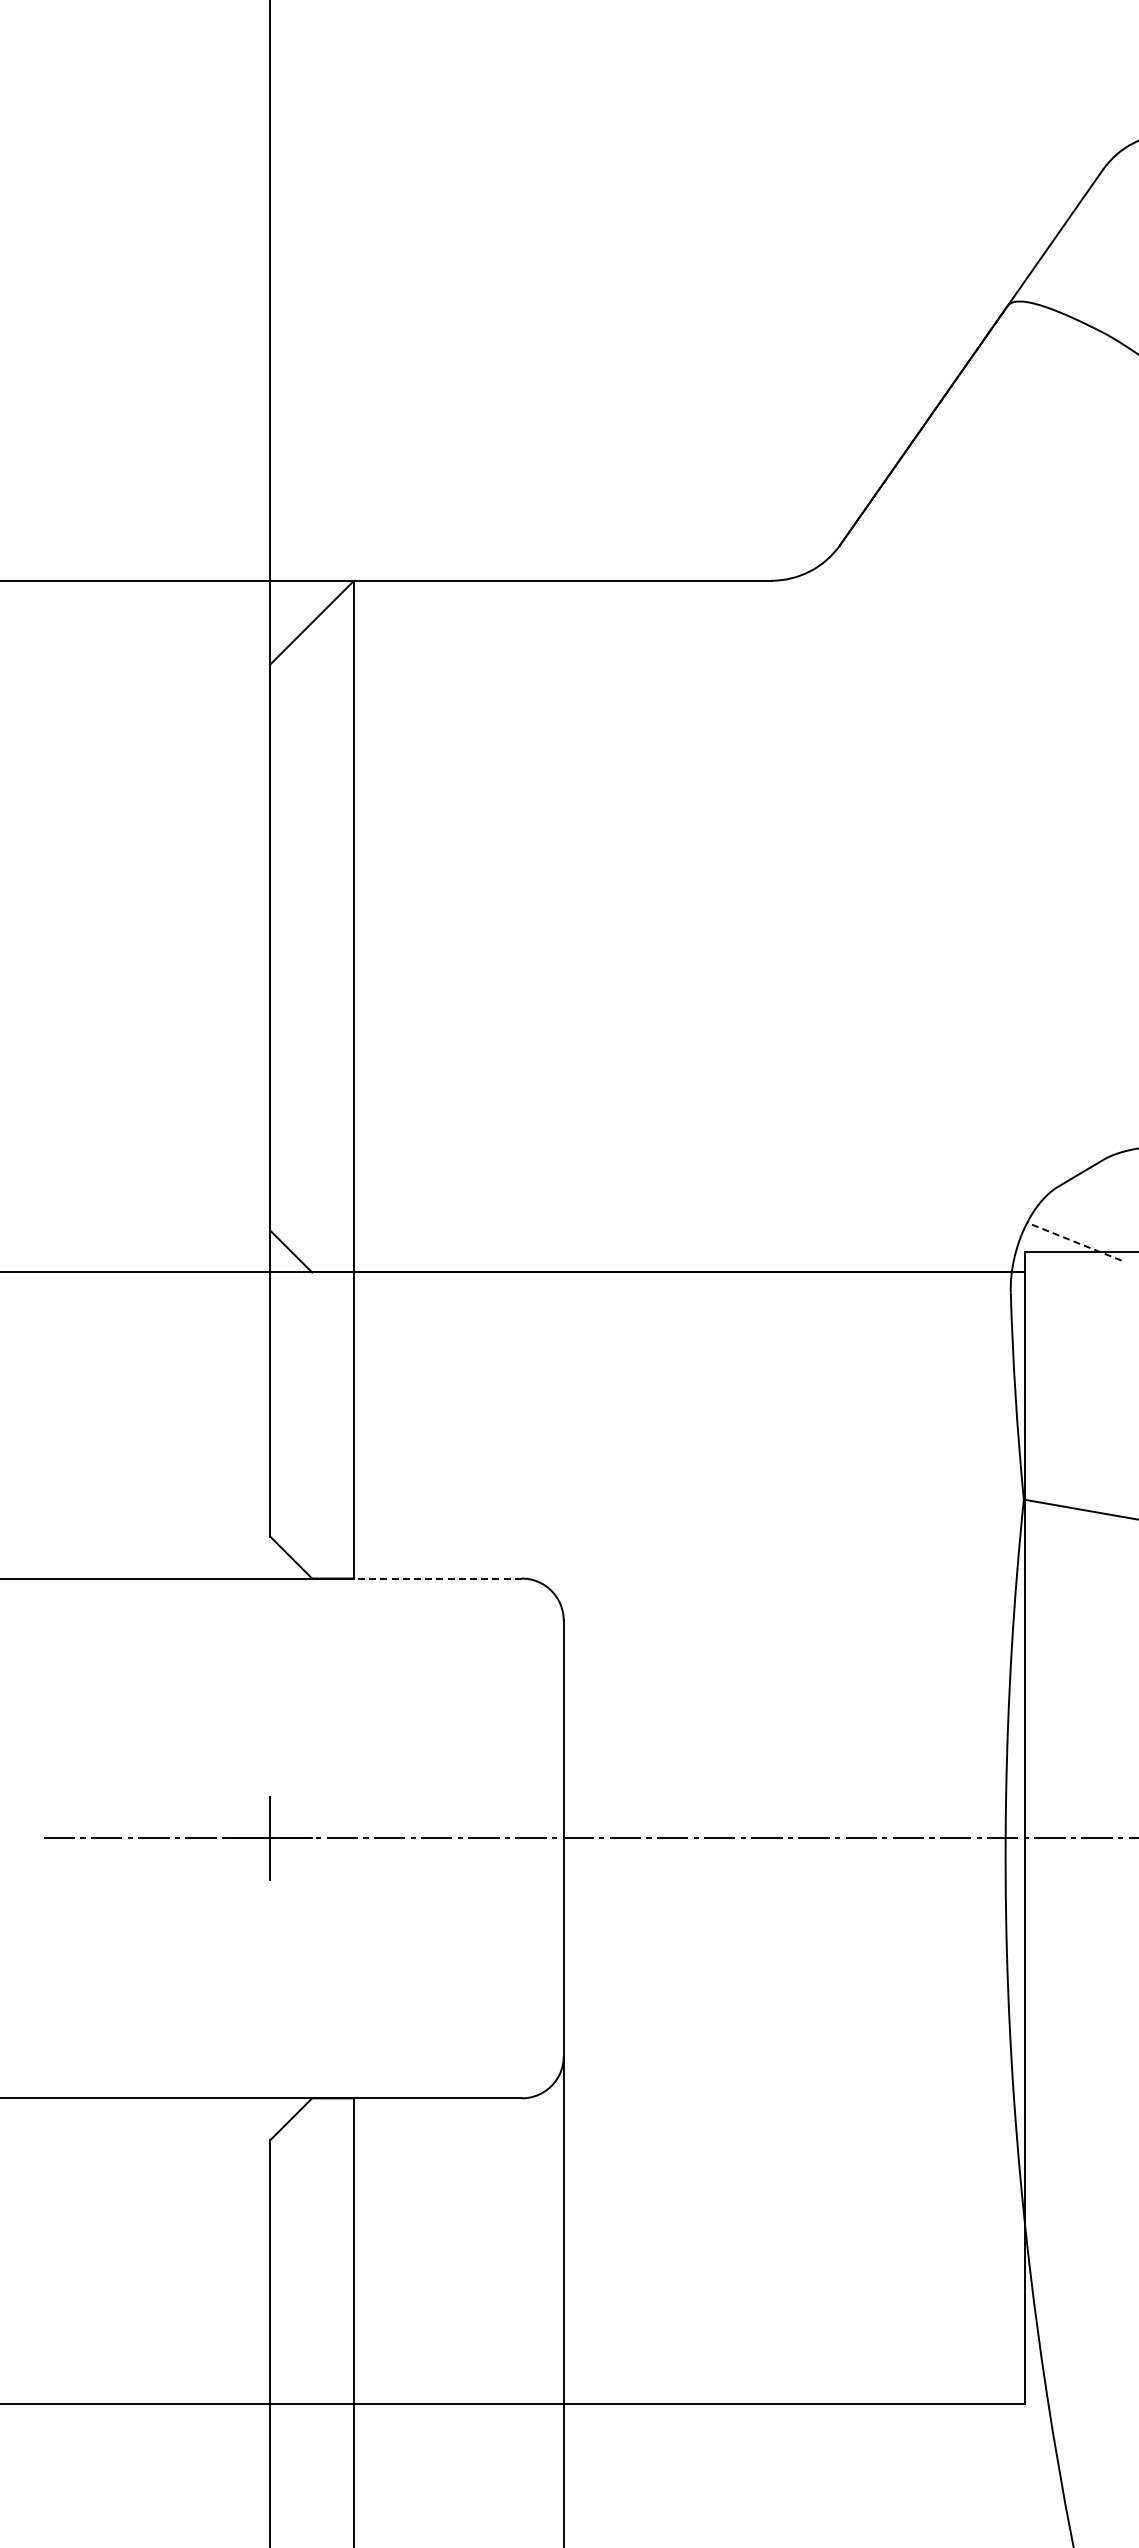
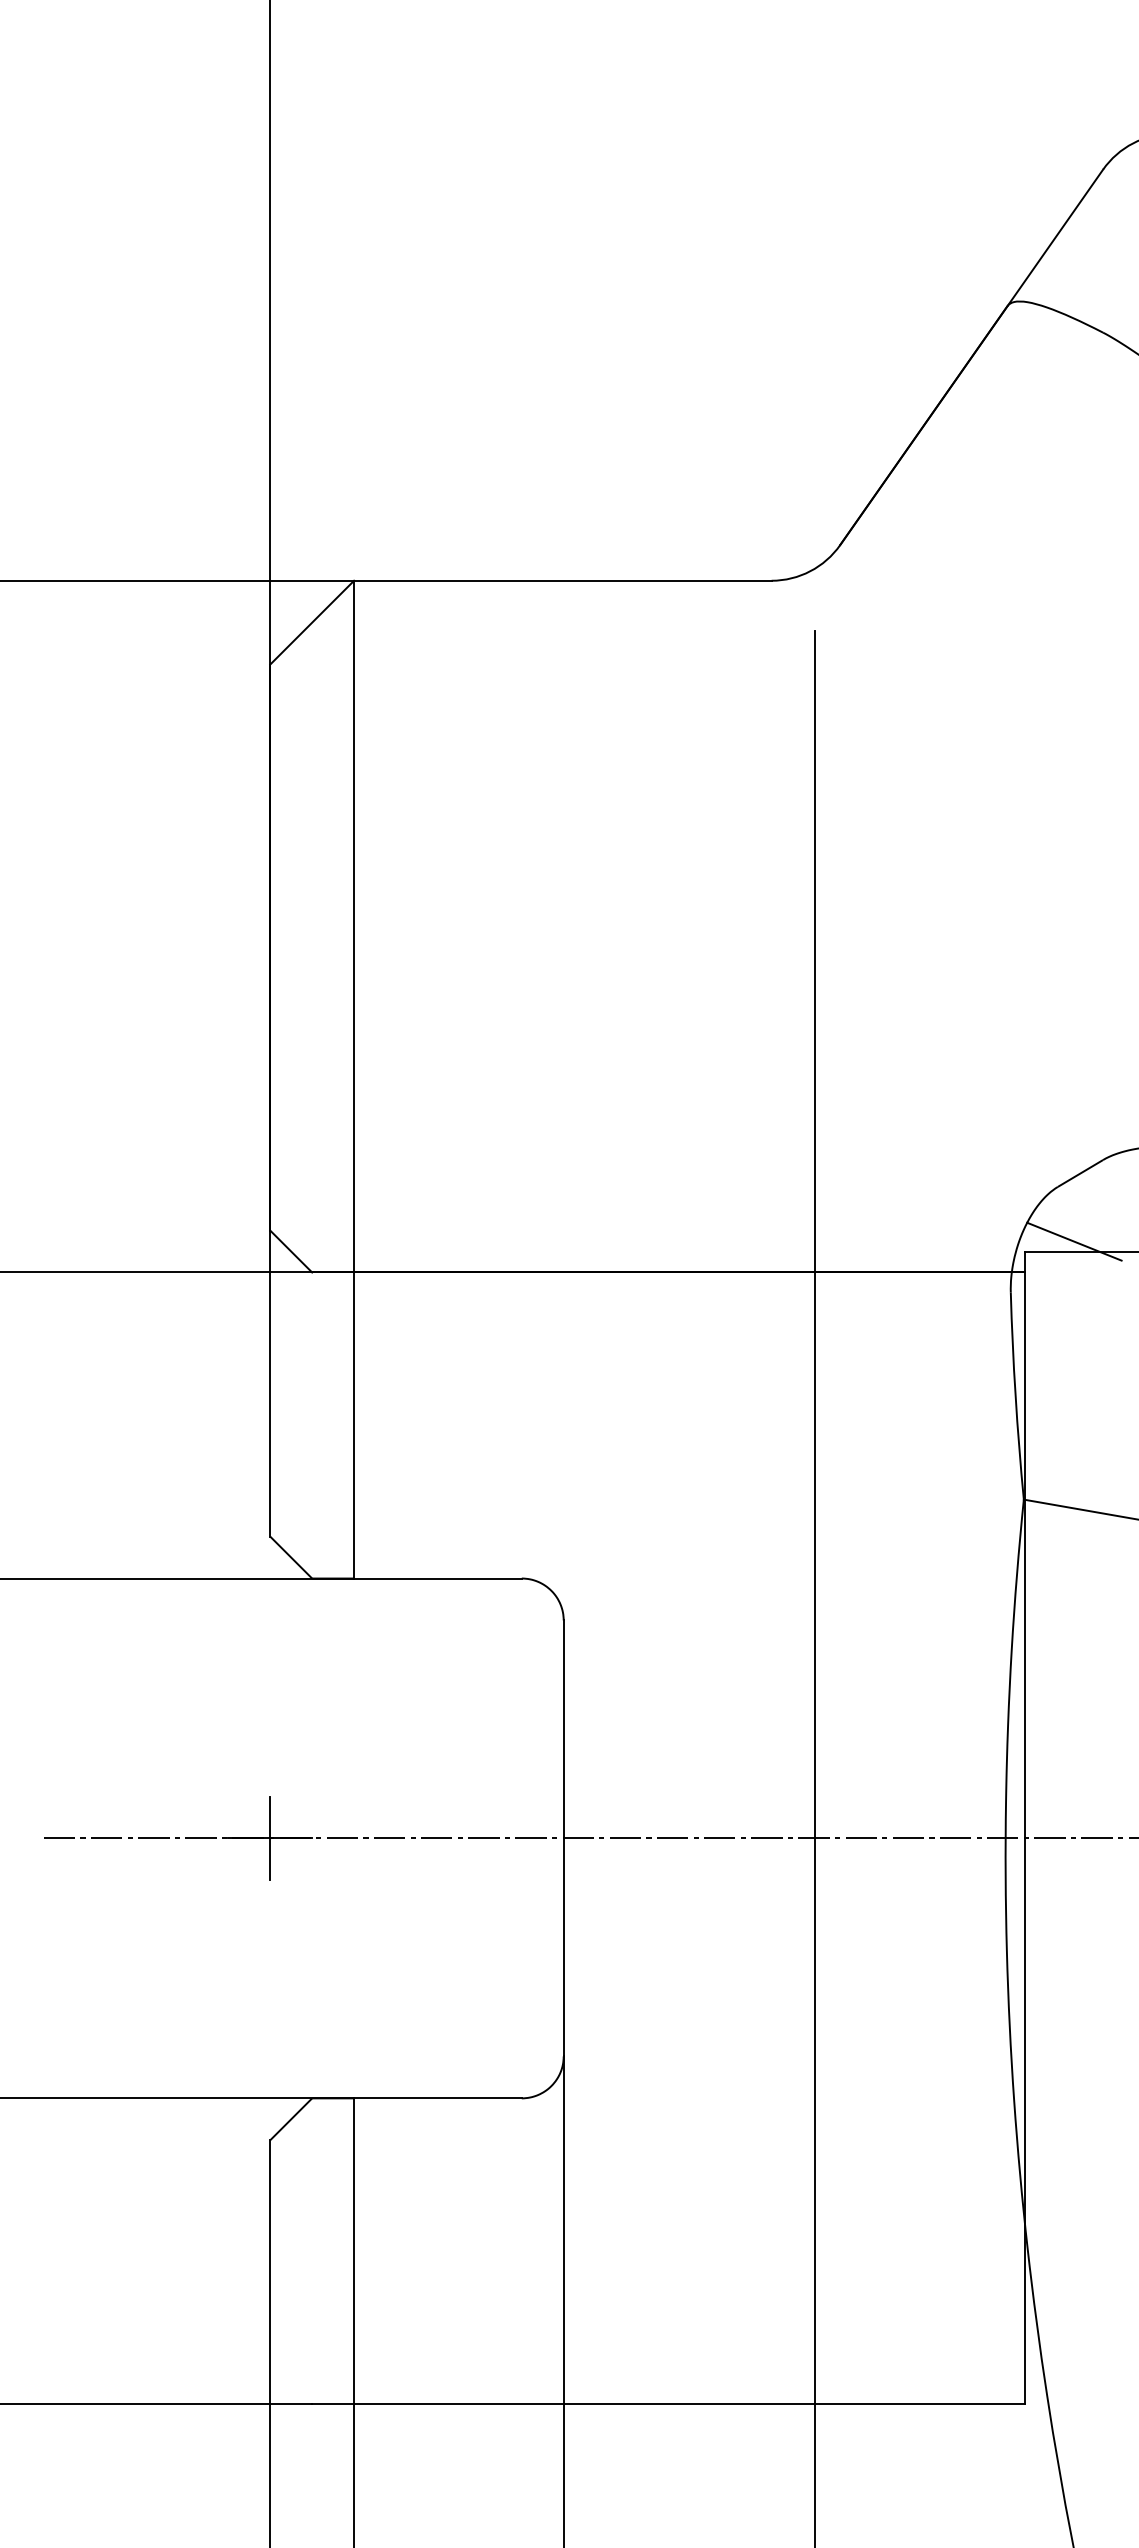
line at (1074, 1241): dashed -> solid
line at (437, 1578): dashed -> solid
line at (815, 1587): none -> present
